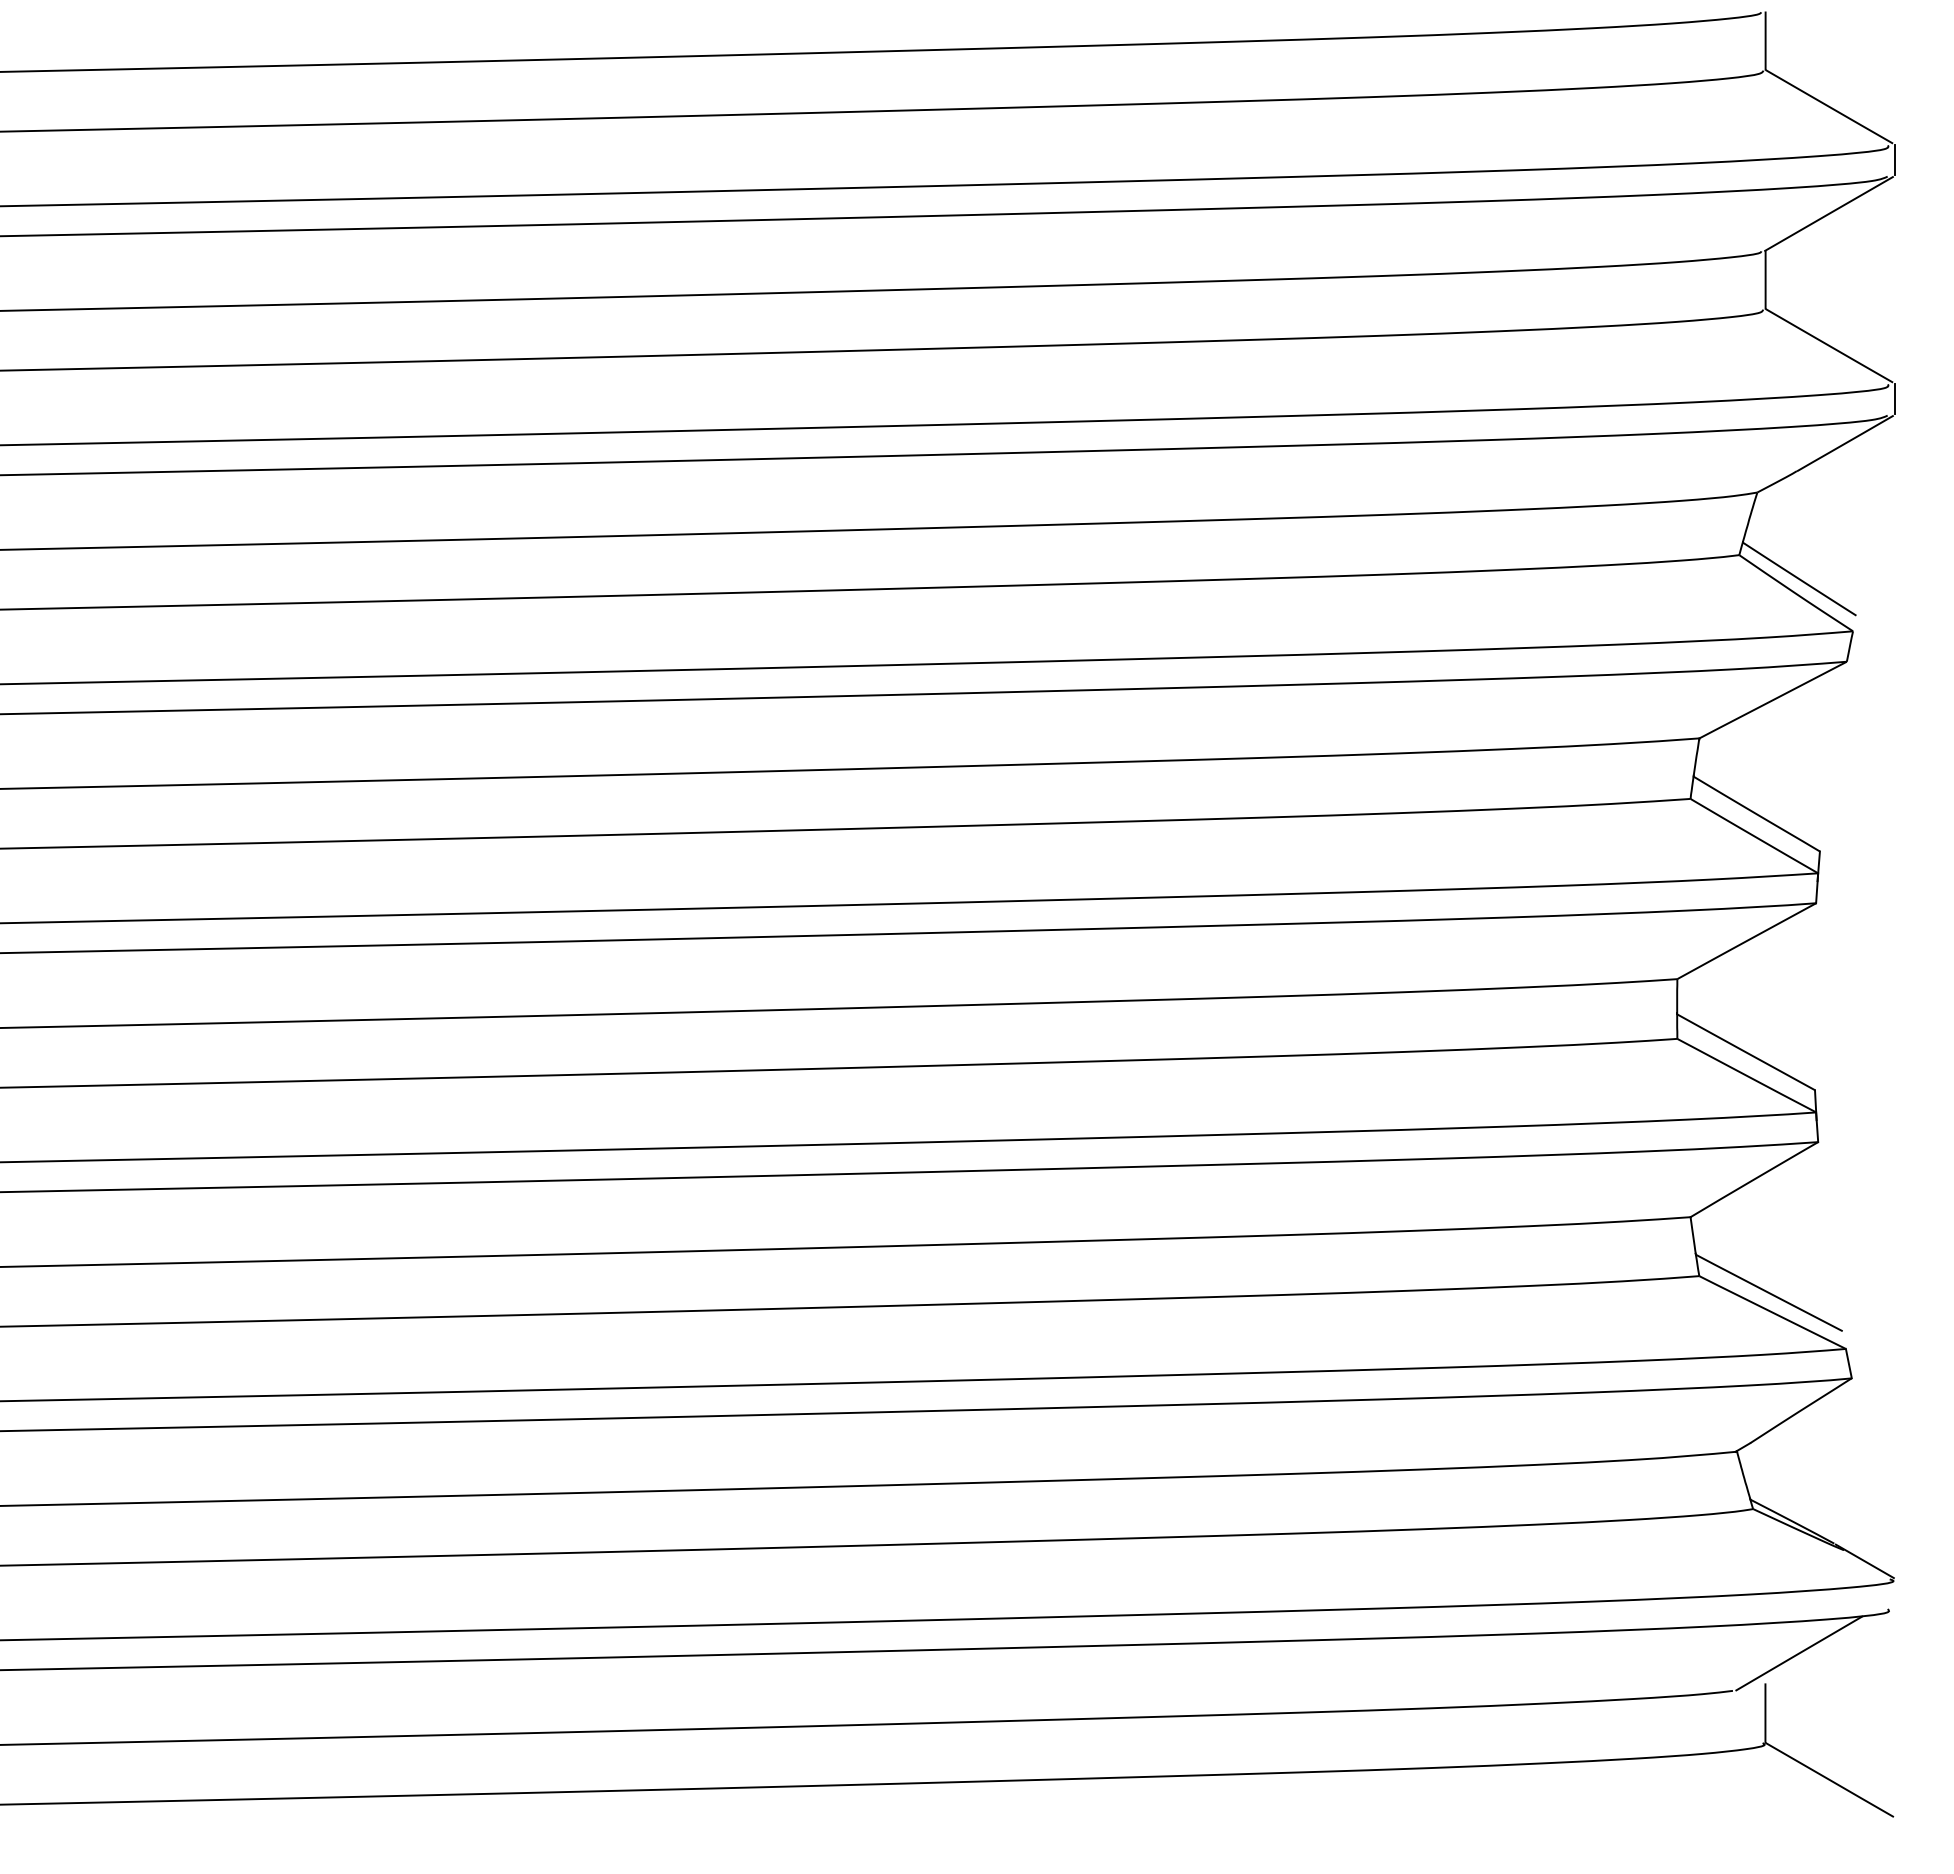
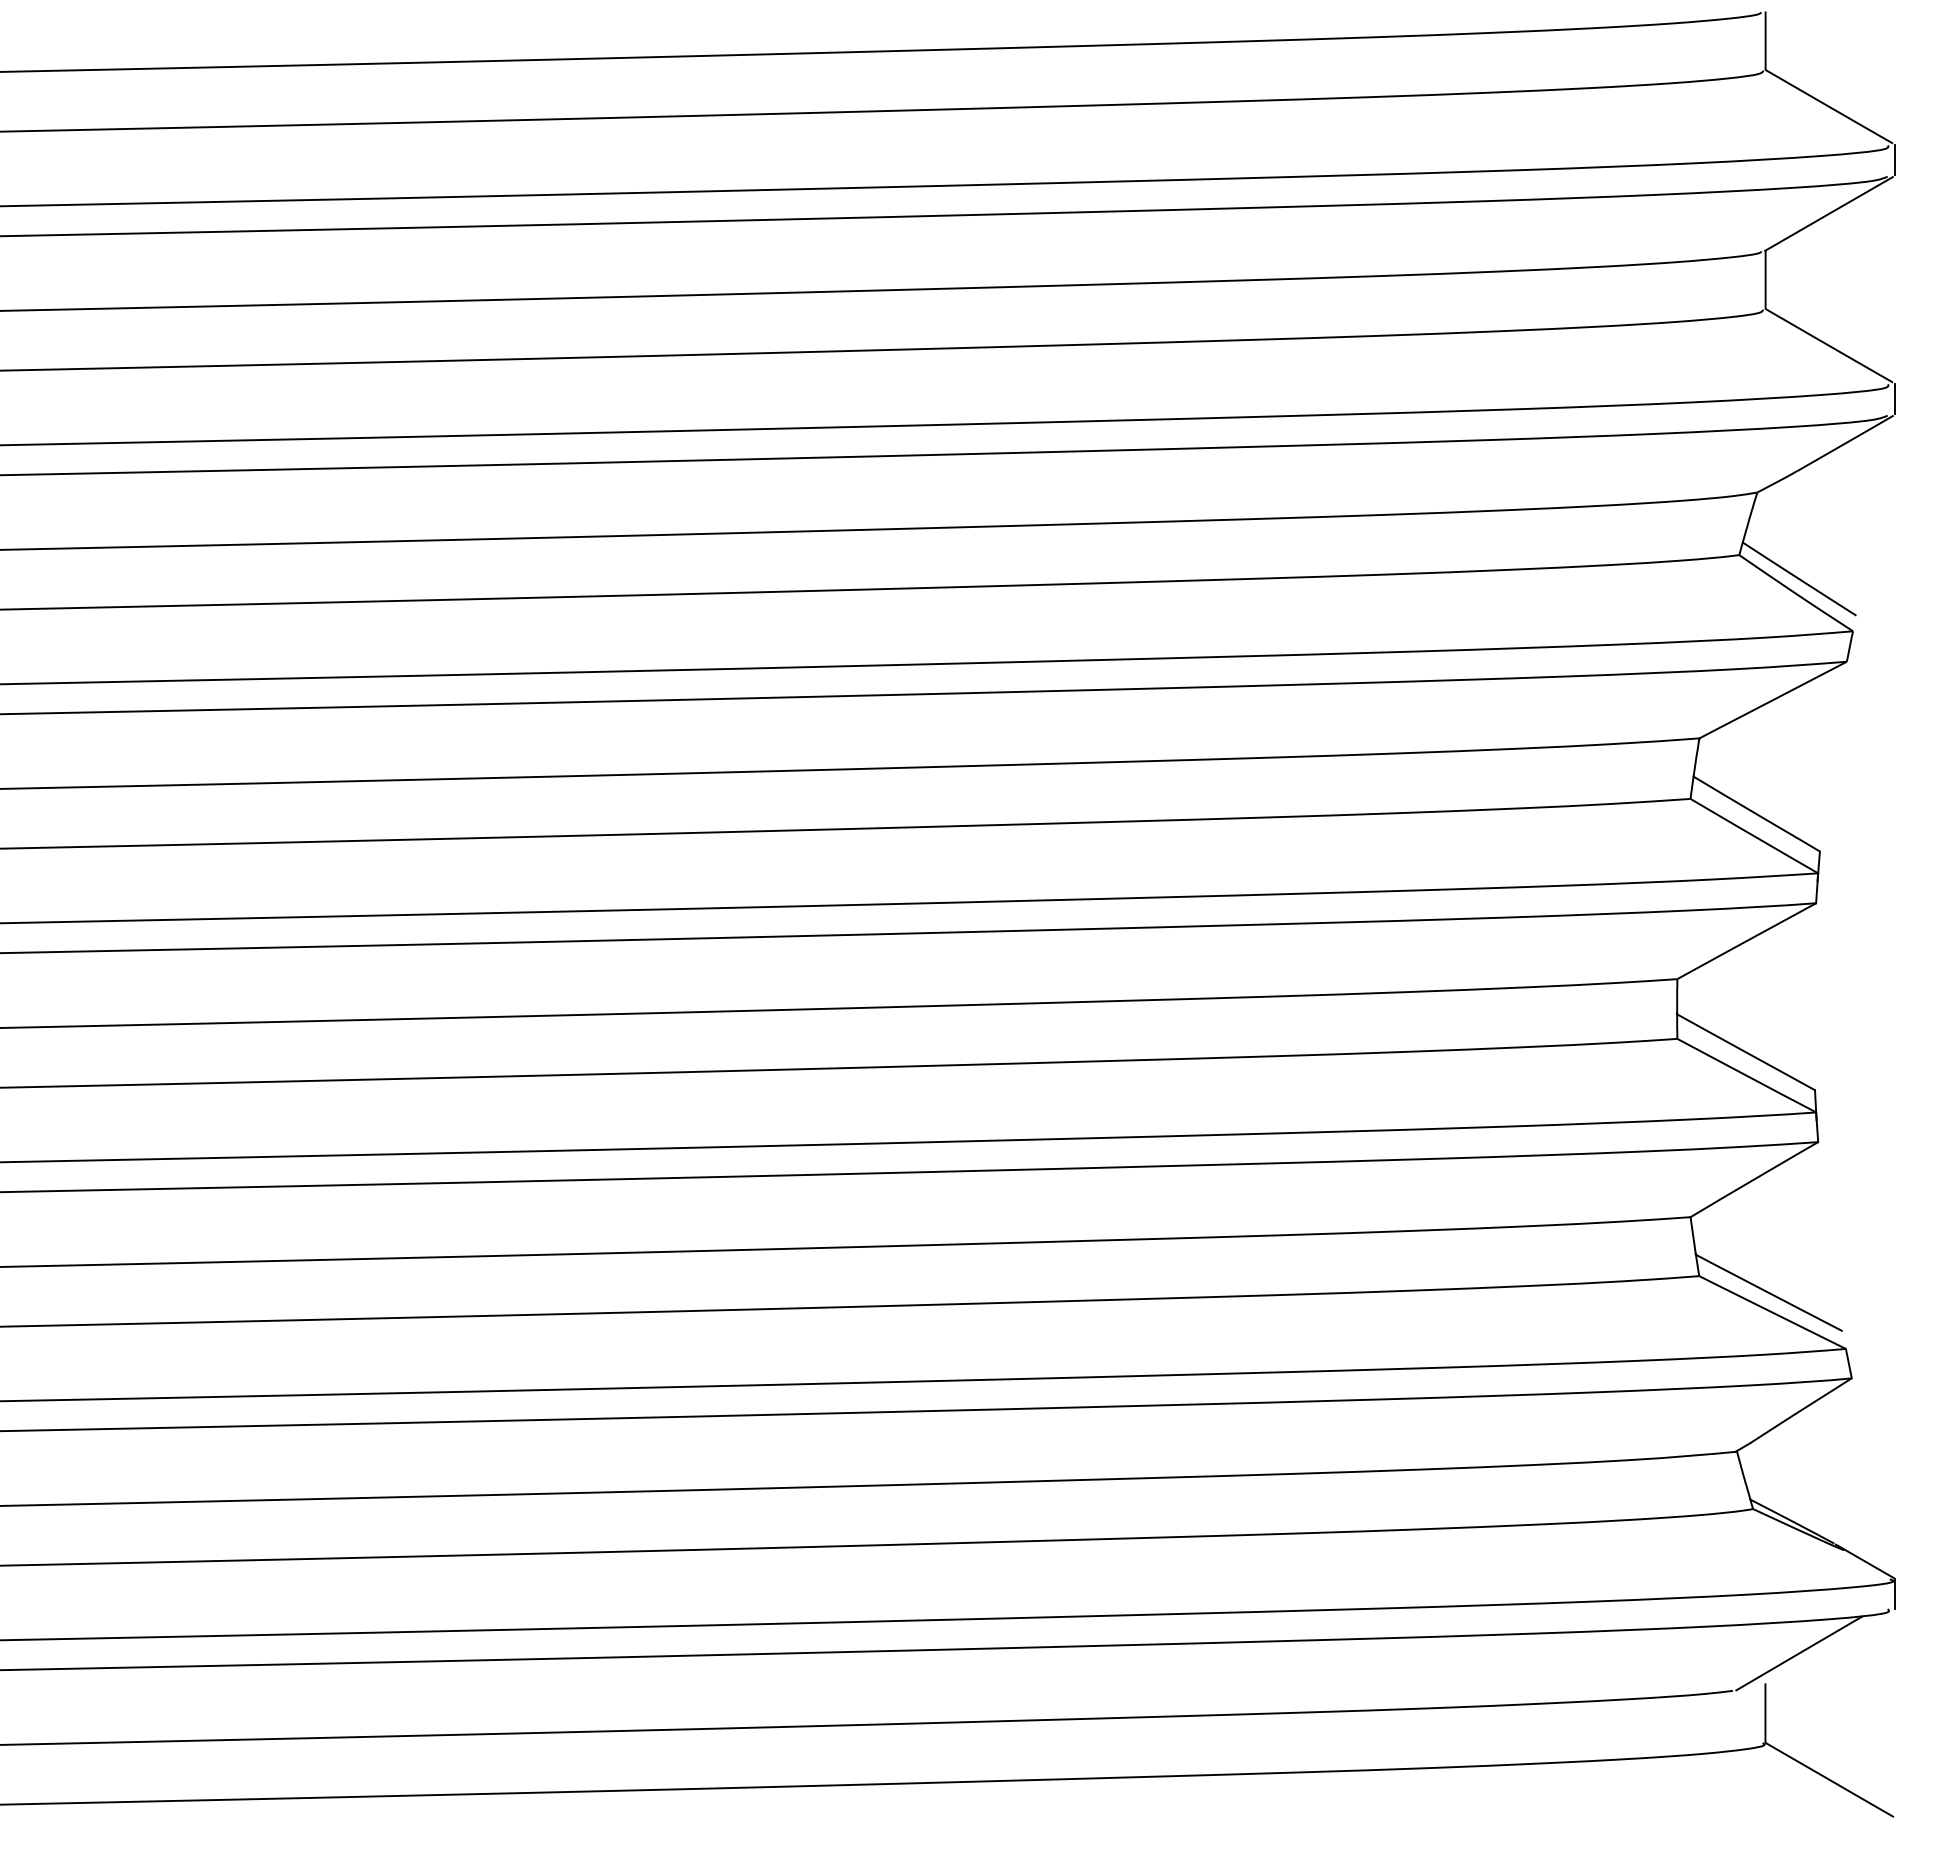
line at (1894, 1594): none -> present
